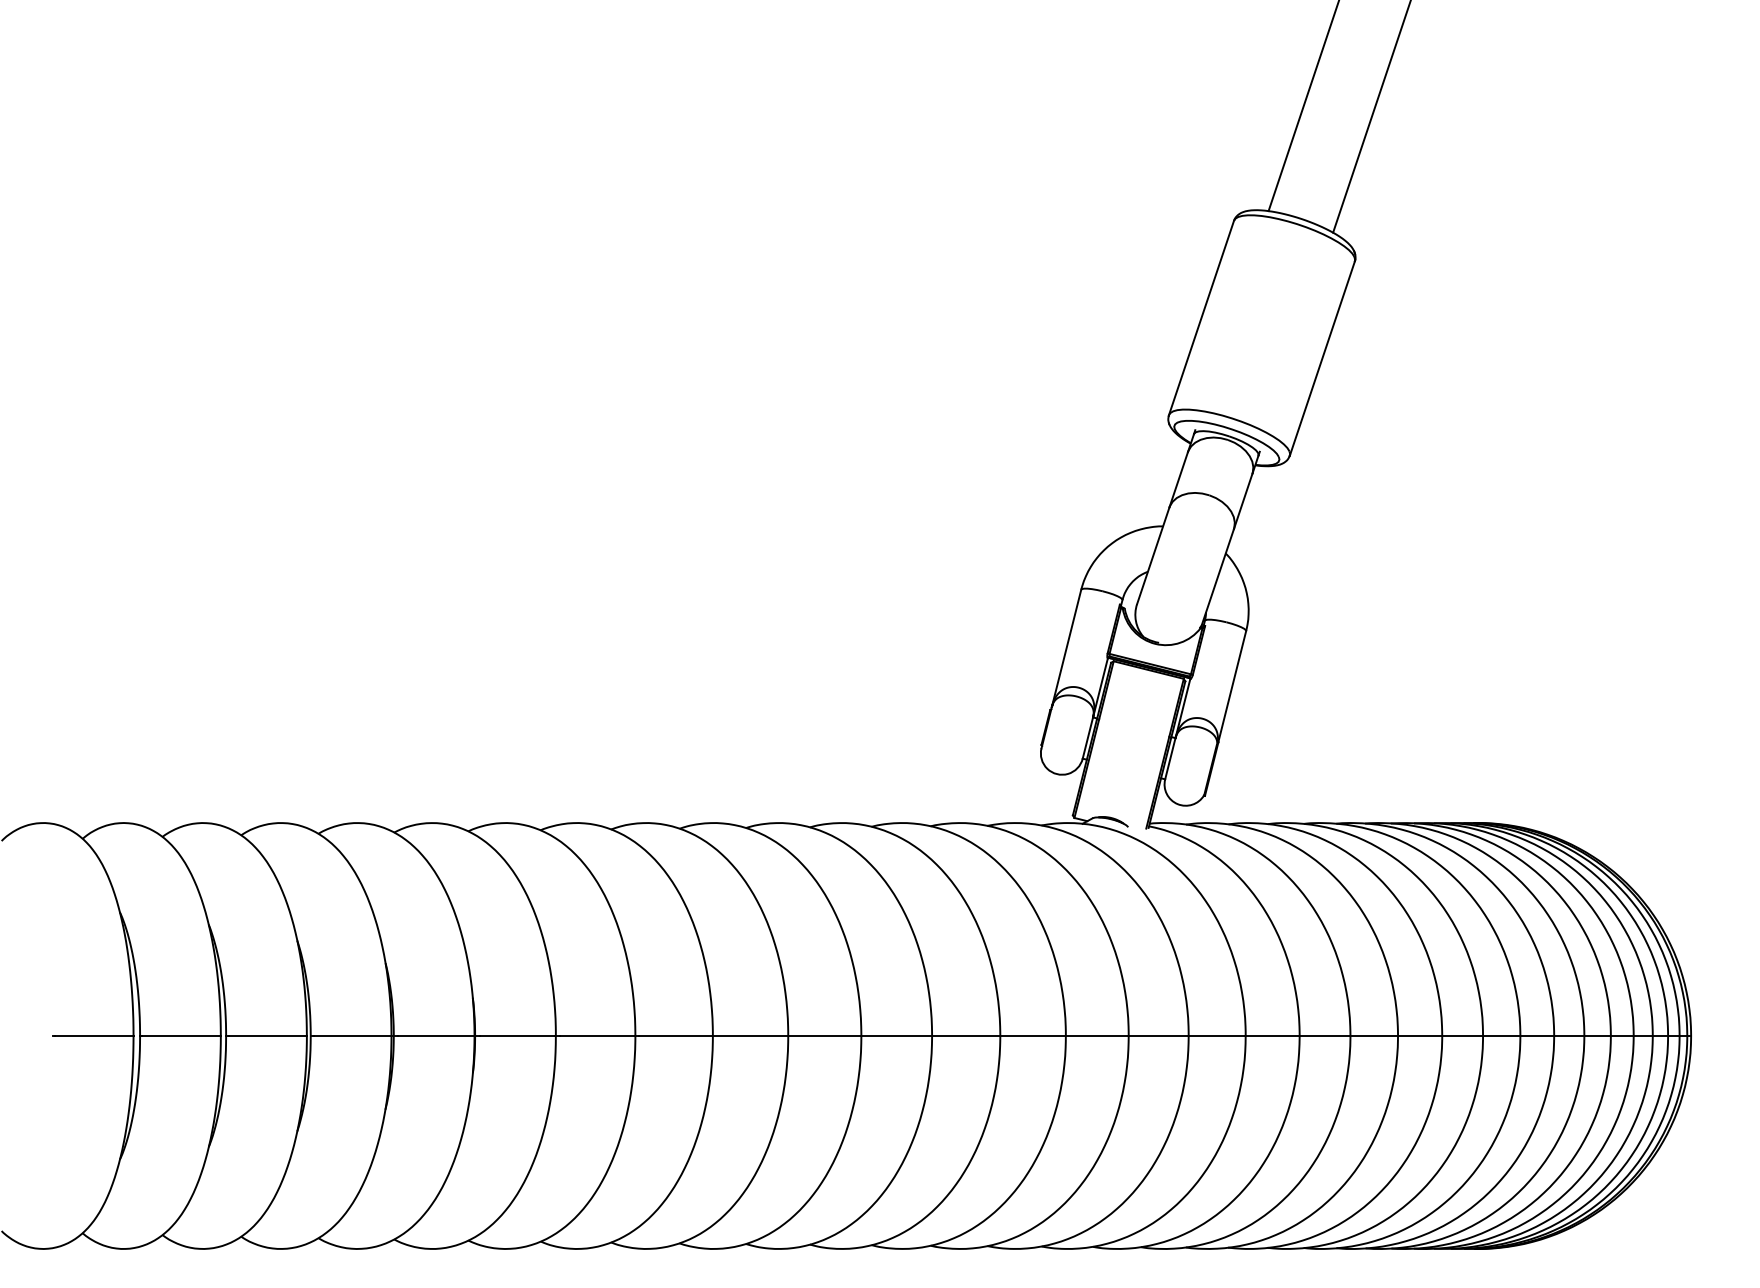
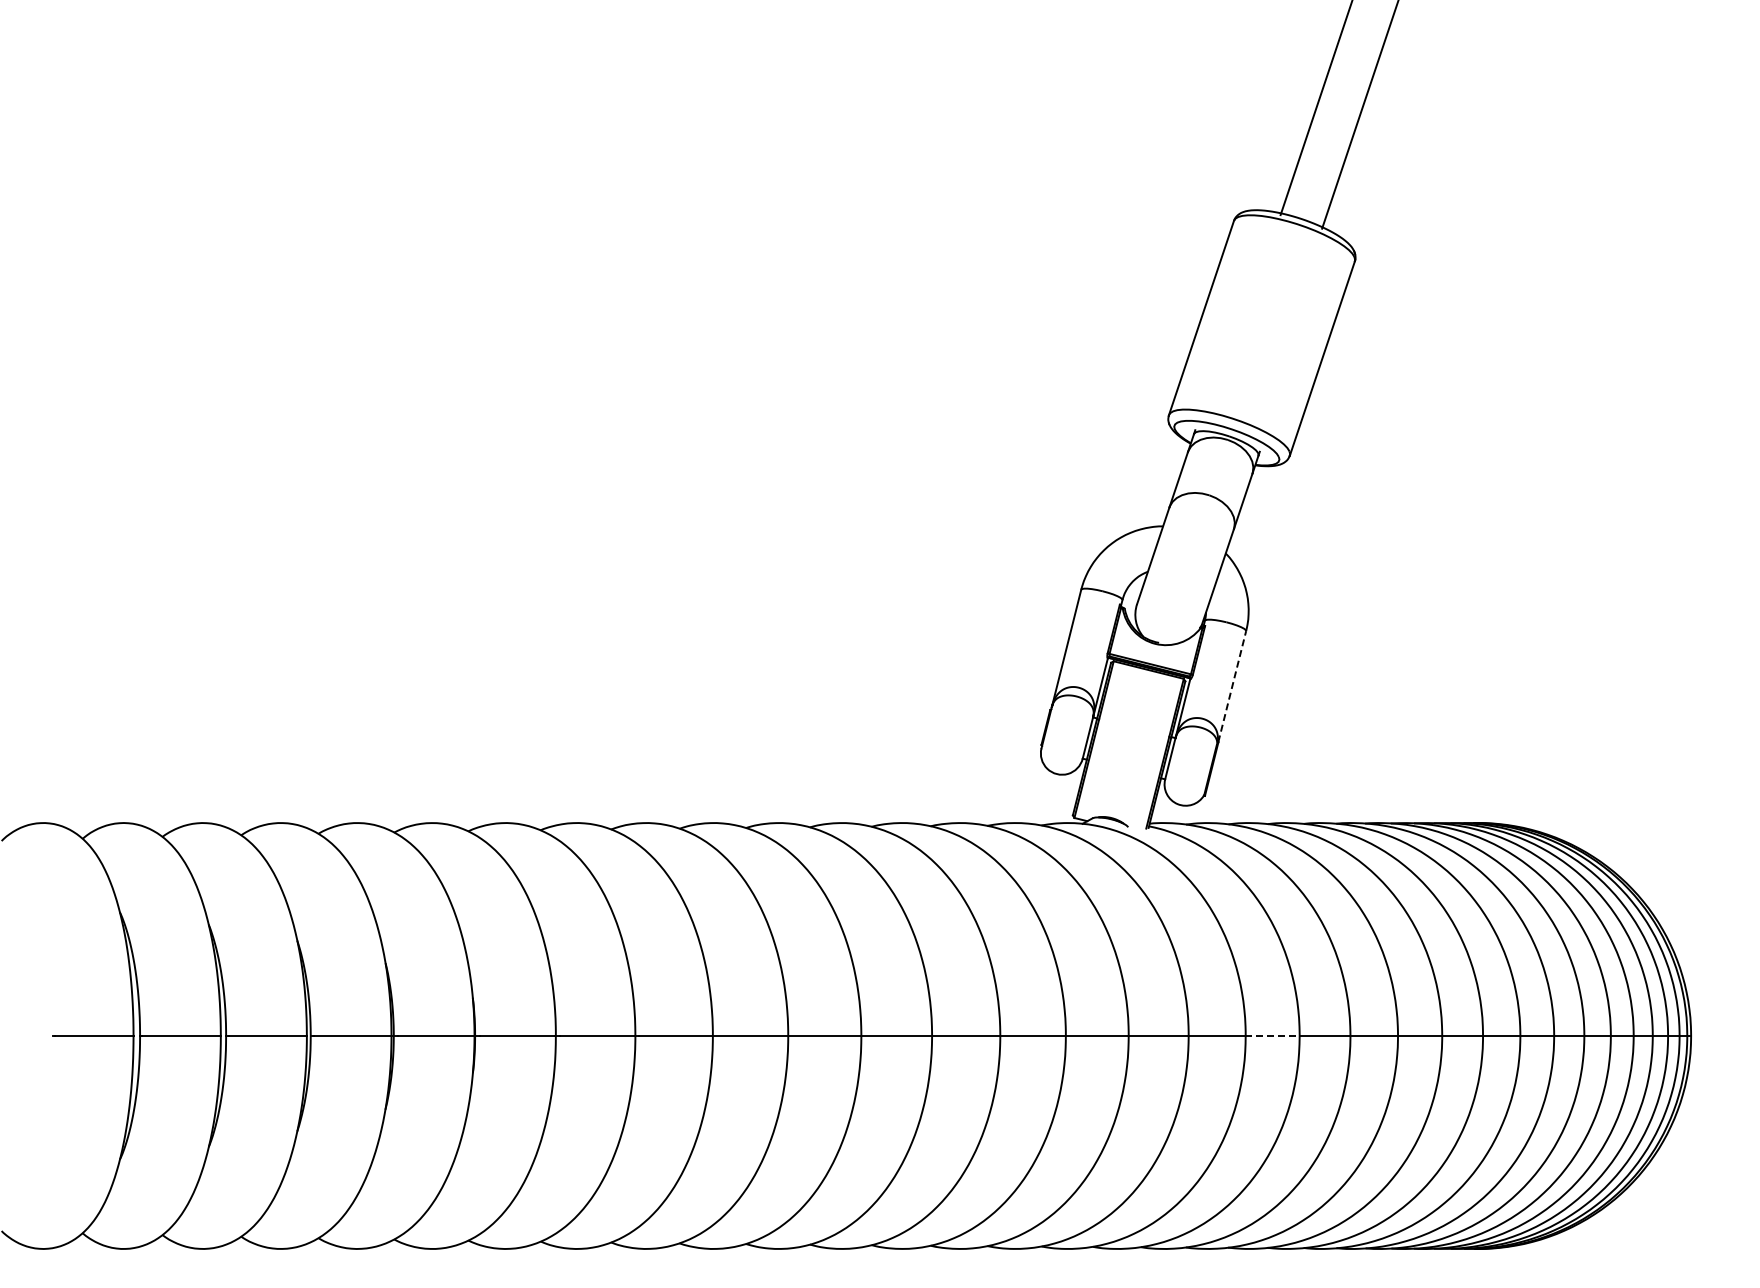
line at (1303, 106) position: (1303, 106) -> (1315, 108)
line at (1371, 117) position: (1371, 117) -> (1359, 115)
line at (1232, 686): solid -> dashed
line at (1273, 1036): solid -> dashed
